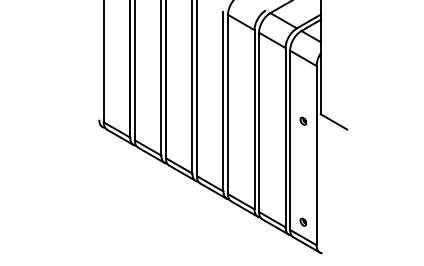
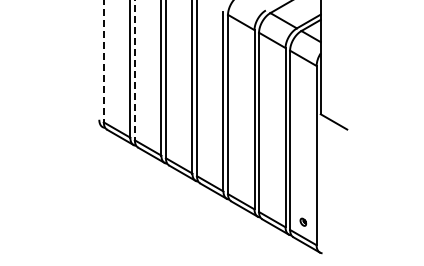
line at (103, 61): solid -> dashed
line at (134, 70): solid -> dashed
part at (302, 120): present -> none
